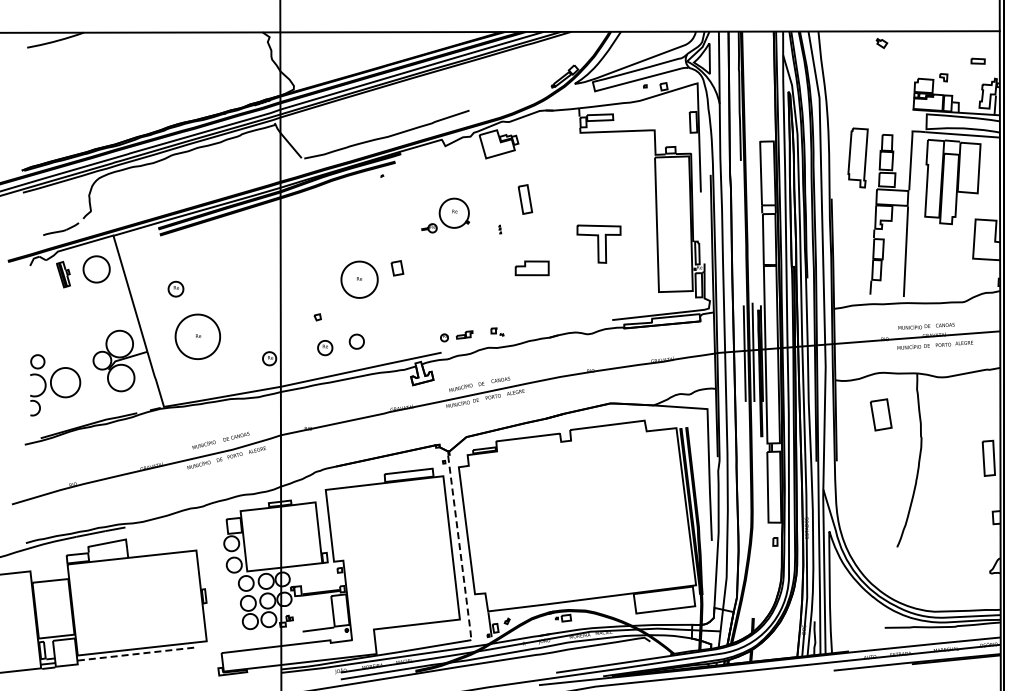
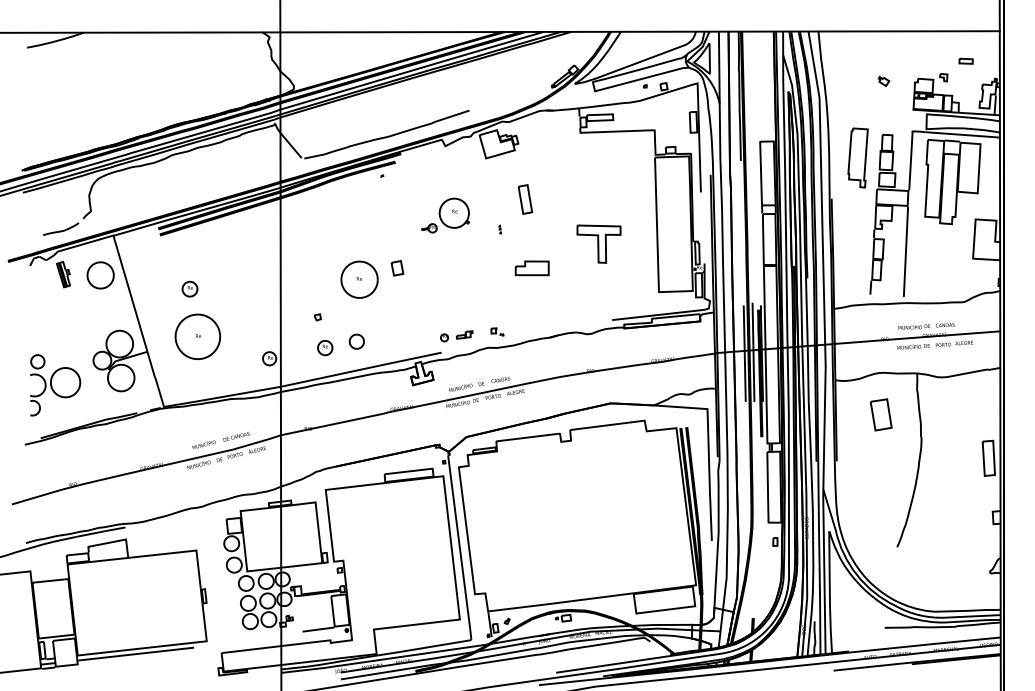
part at (881, 43) position: (881, 43) -> (883, 81)
part at (977, 60) position: (977, 60) -> (965, 60)
part at (96, 269) position: (96, 269) -> (100, 275)
part at (175, 288) position: (175, 288) -> (189, 288)
line at (460, 548): dashed -> solid
line at (135, 654): dashed -> solid
